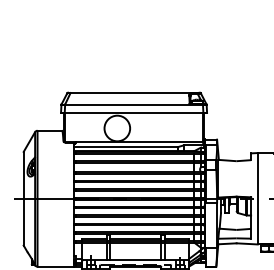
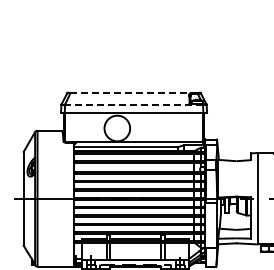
line at (133, 92): solid -> dashed
line at (134, 104): solid -> dashed
